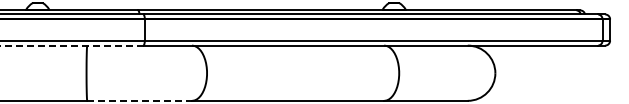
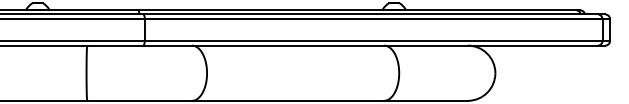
line at (71, 45): dashed -> solid
line at (140, 100): dashed -> solid
